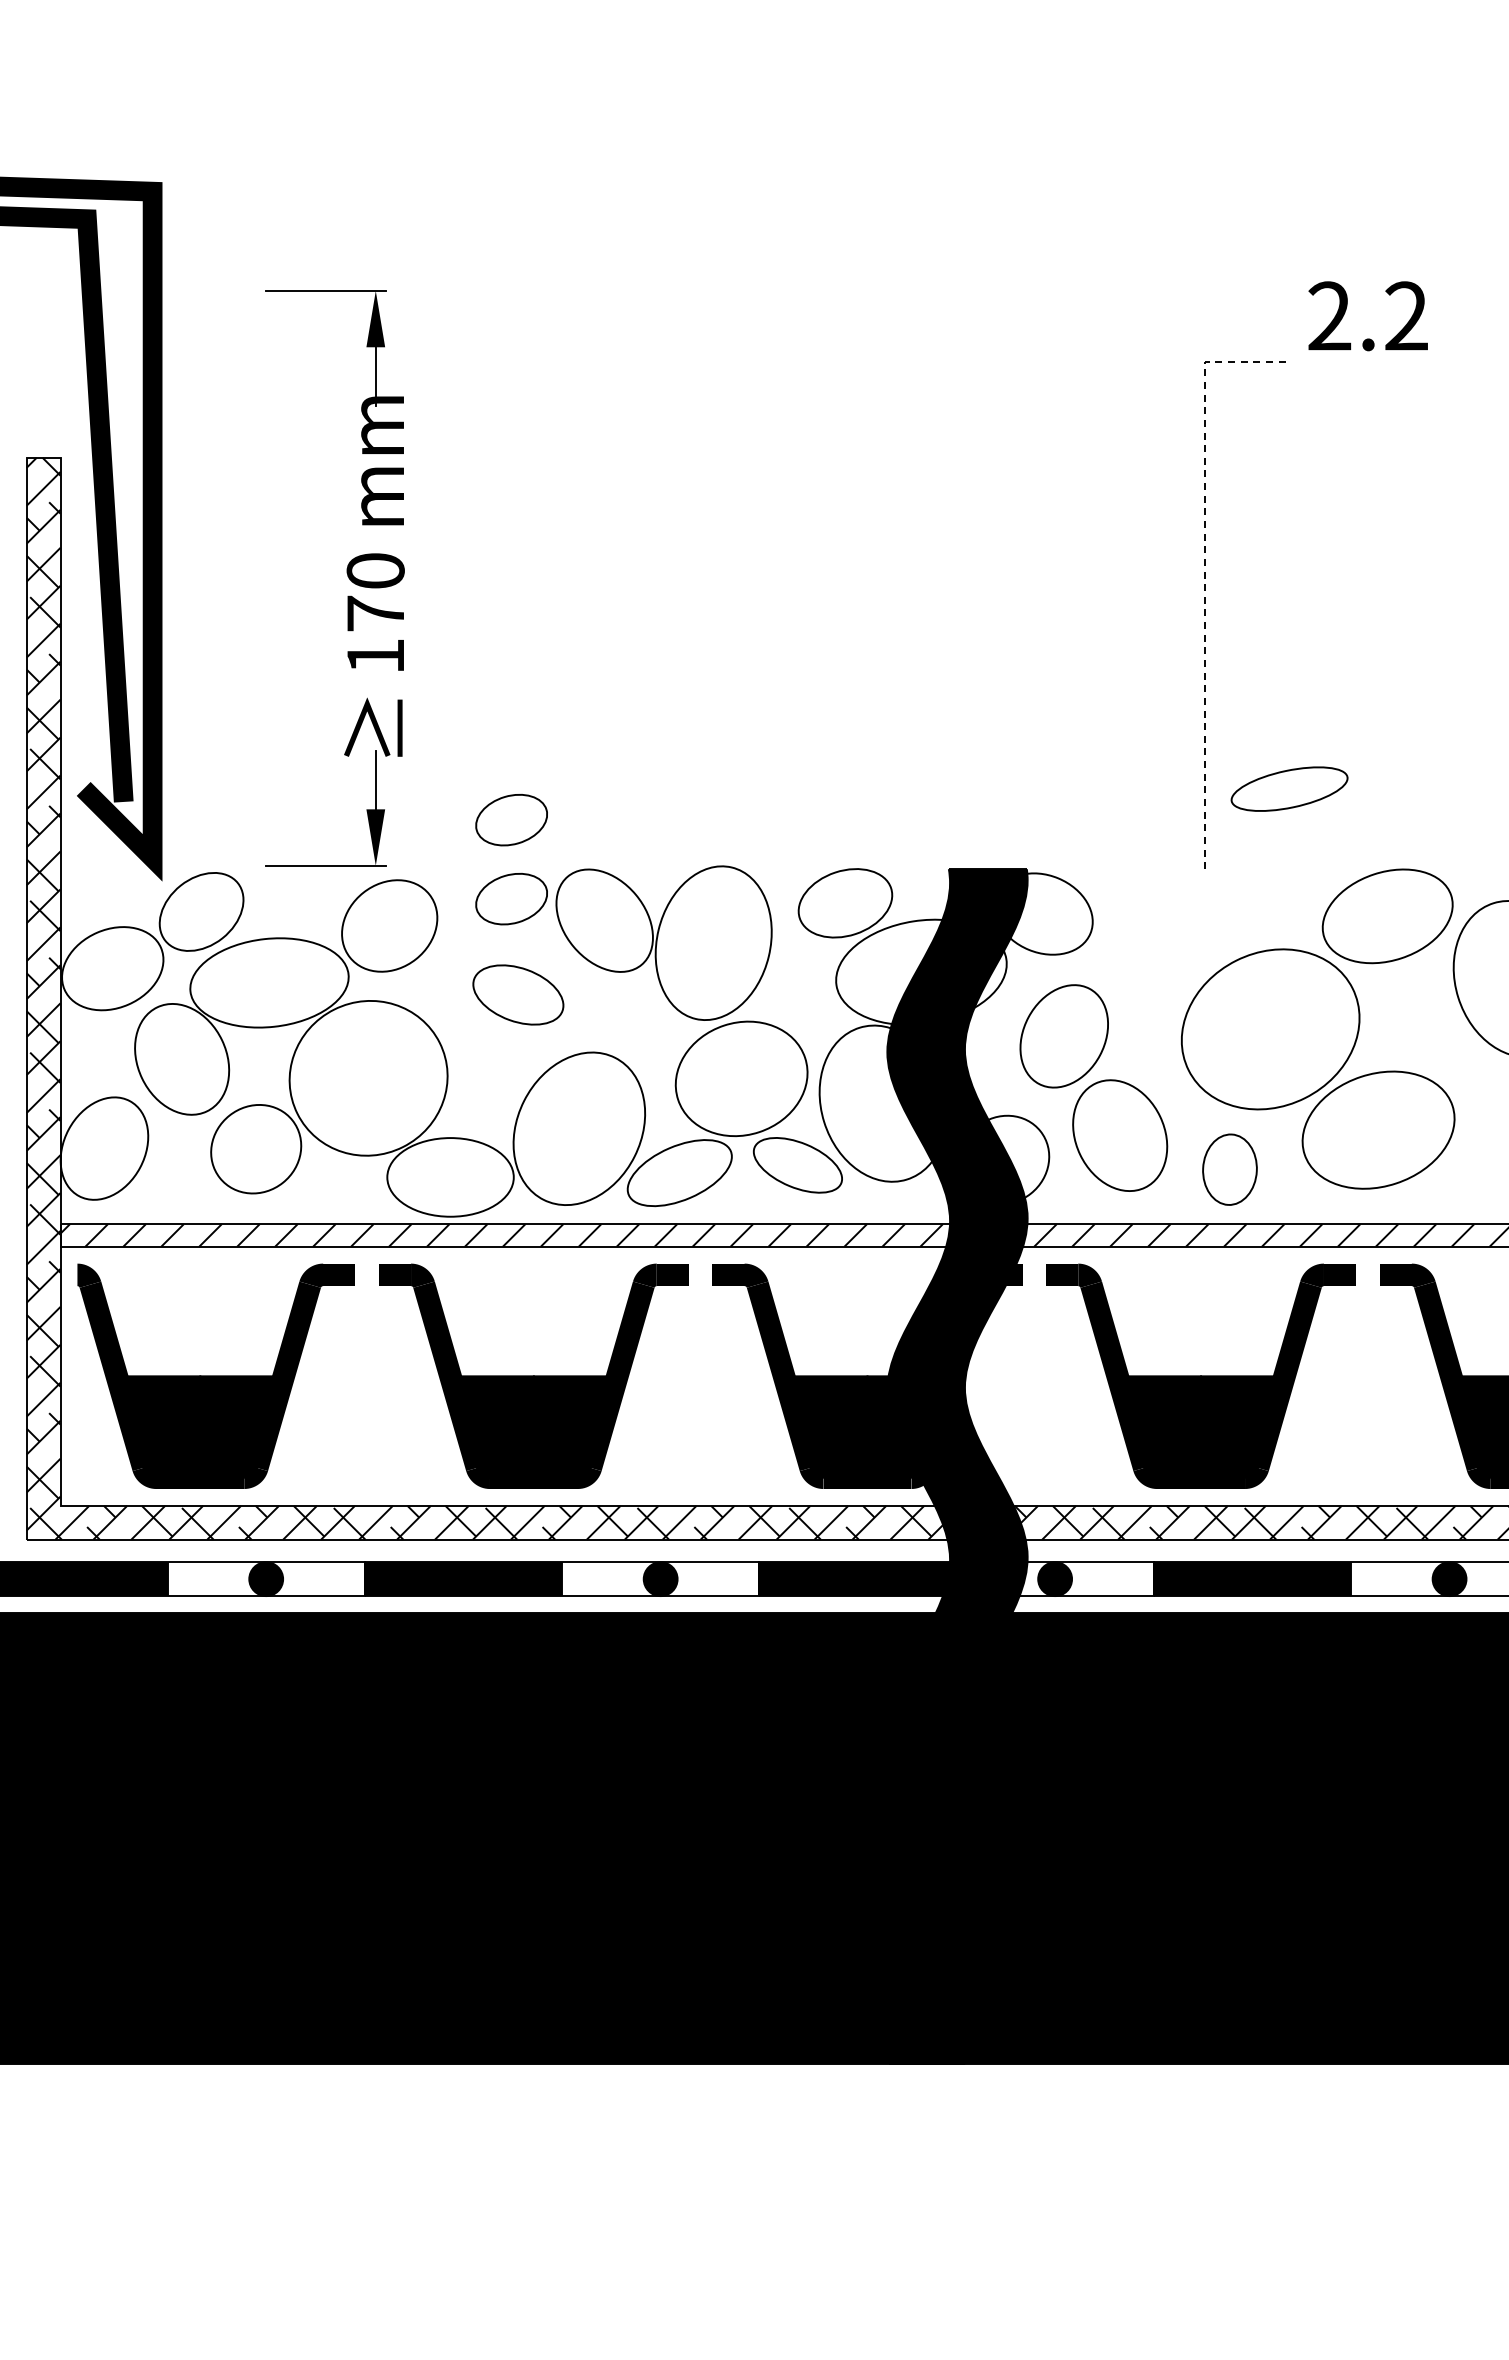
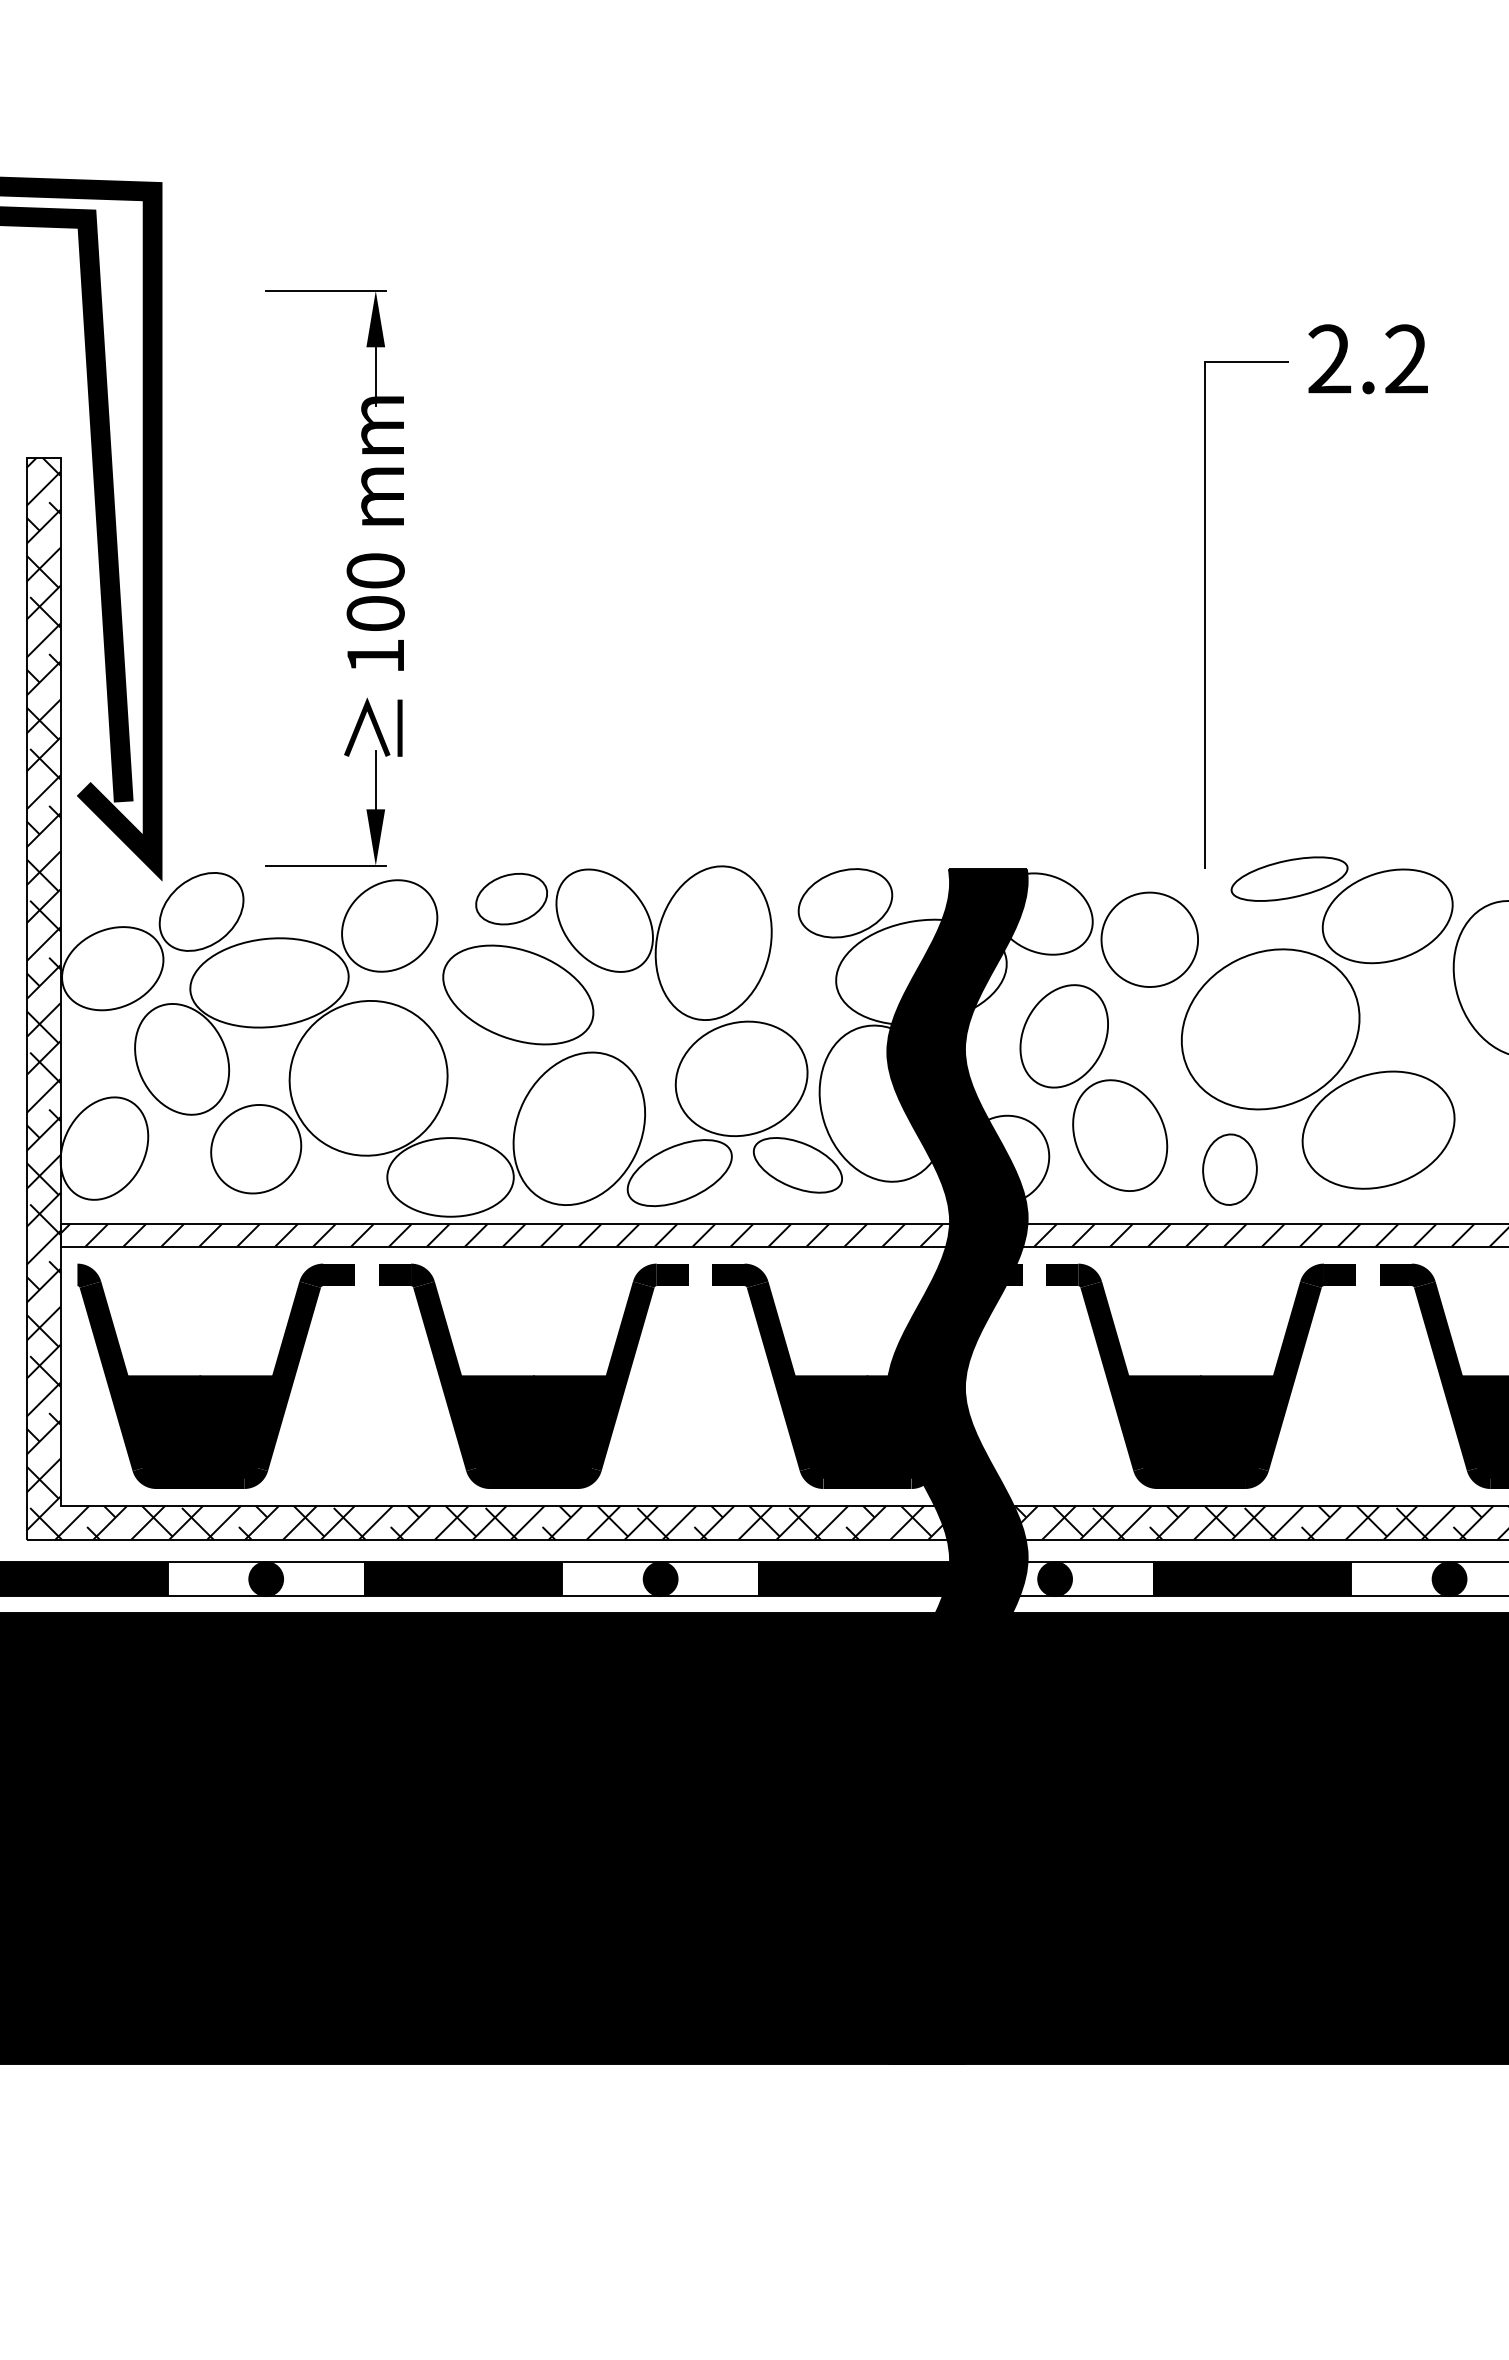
text at (1367, 316) position: (1367, 316) -> (1367, 359)
line at (1204, 572): dashed -> solid
text at (375, 613): 170 -> 100
part at (1289, 788) position: (1289, 788) -> (1289, 878)
part at (511, 820): present -> none
part at (1149, 939): none -> present
part at (518, 994) size: 93x62 px -> 153x102 px
